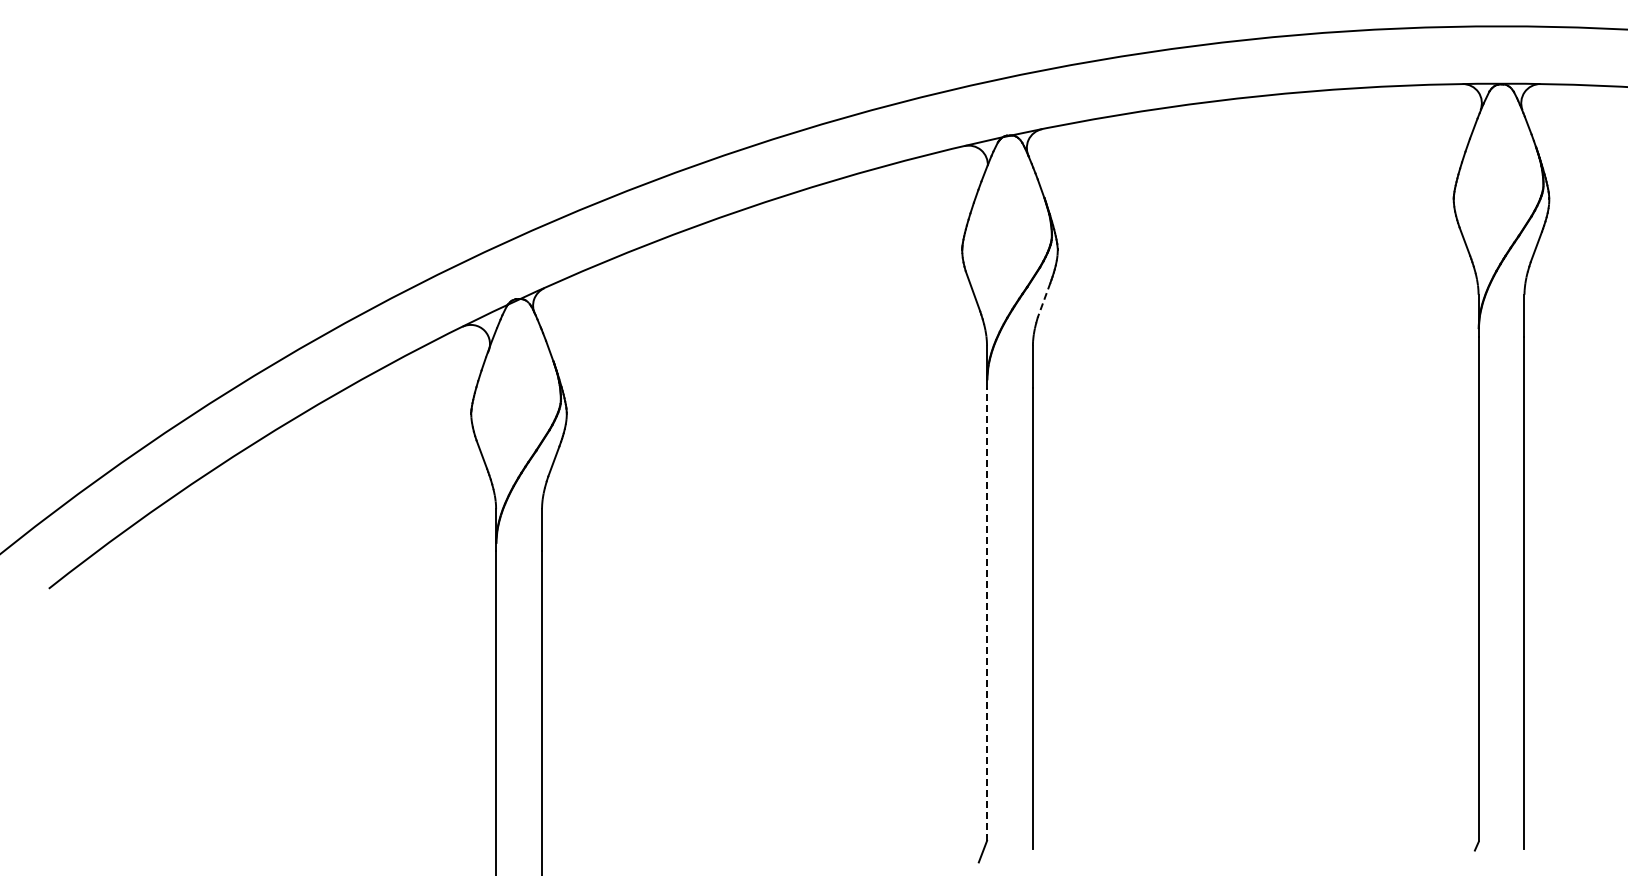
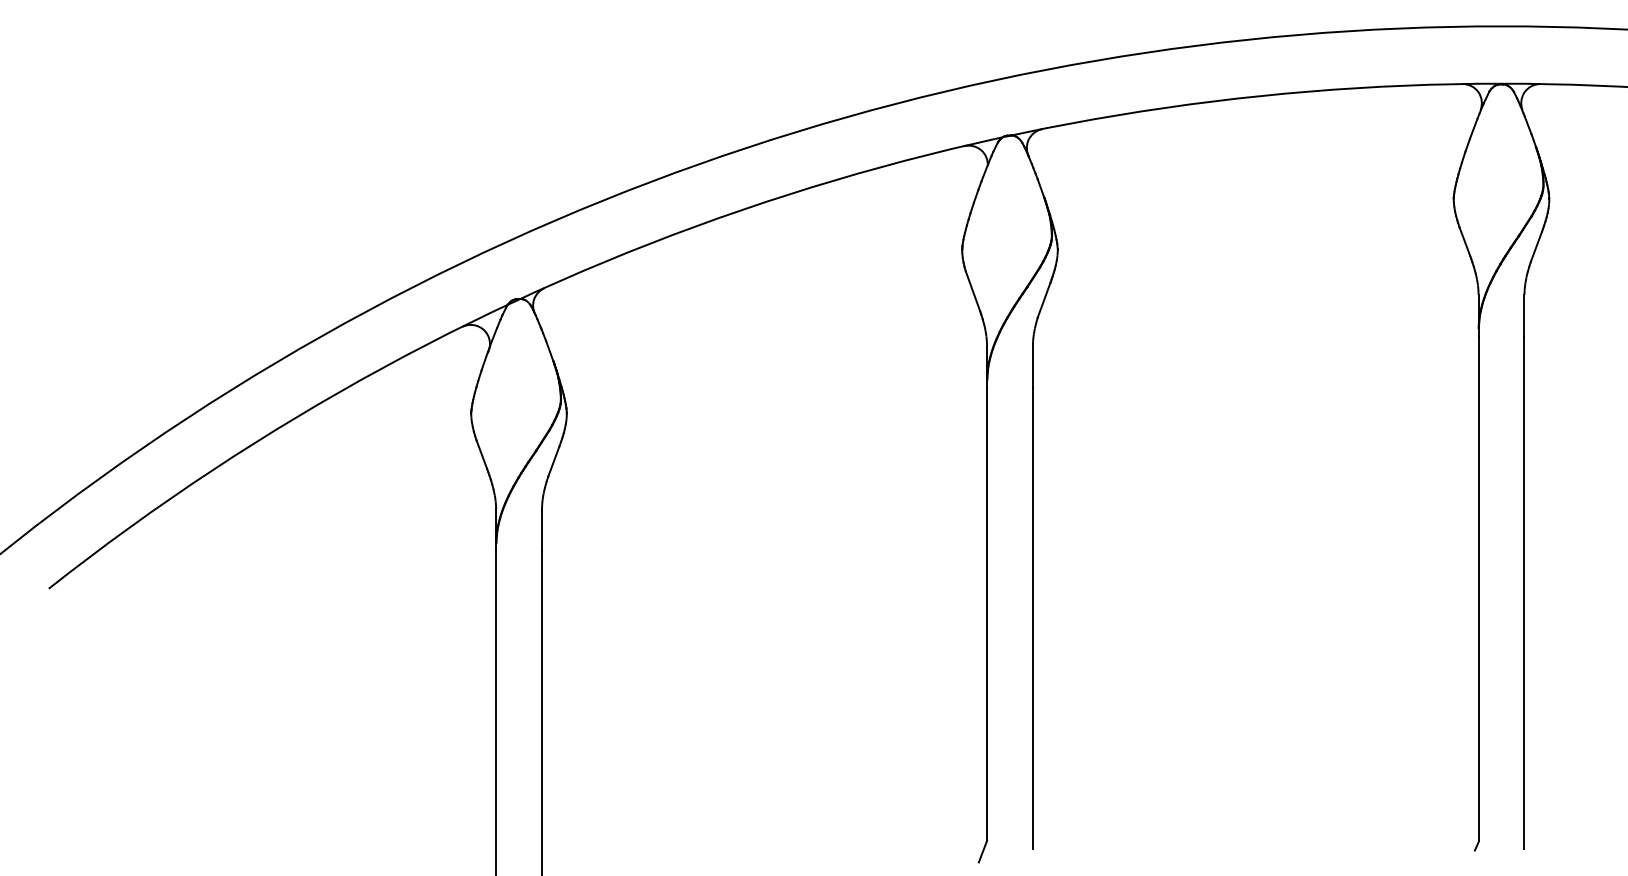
line at (1044, 300): dashed -> solid
line at (987, 614): dashed -> solid
